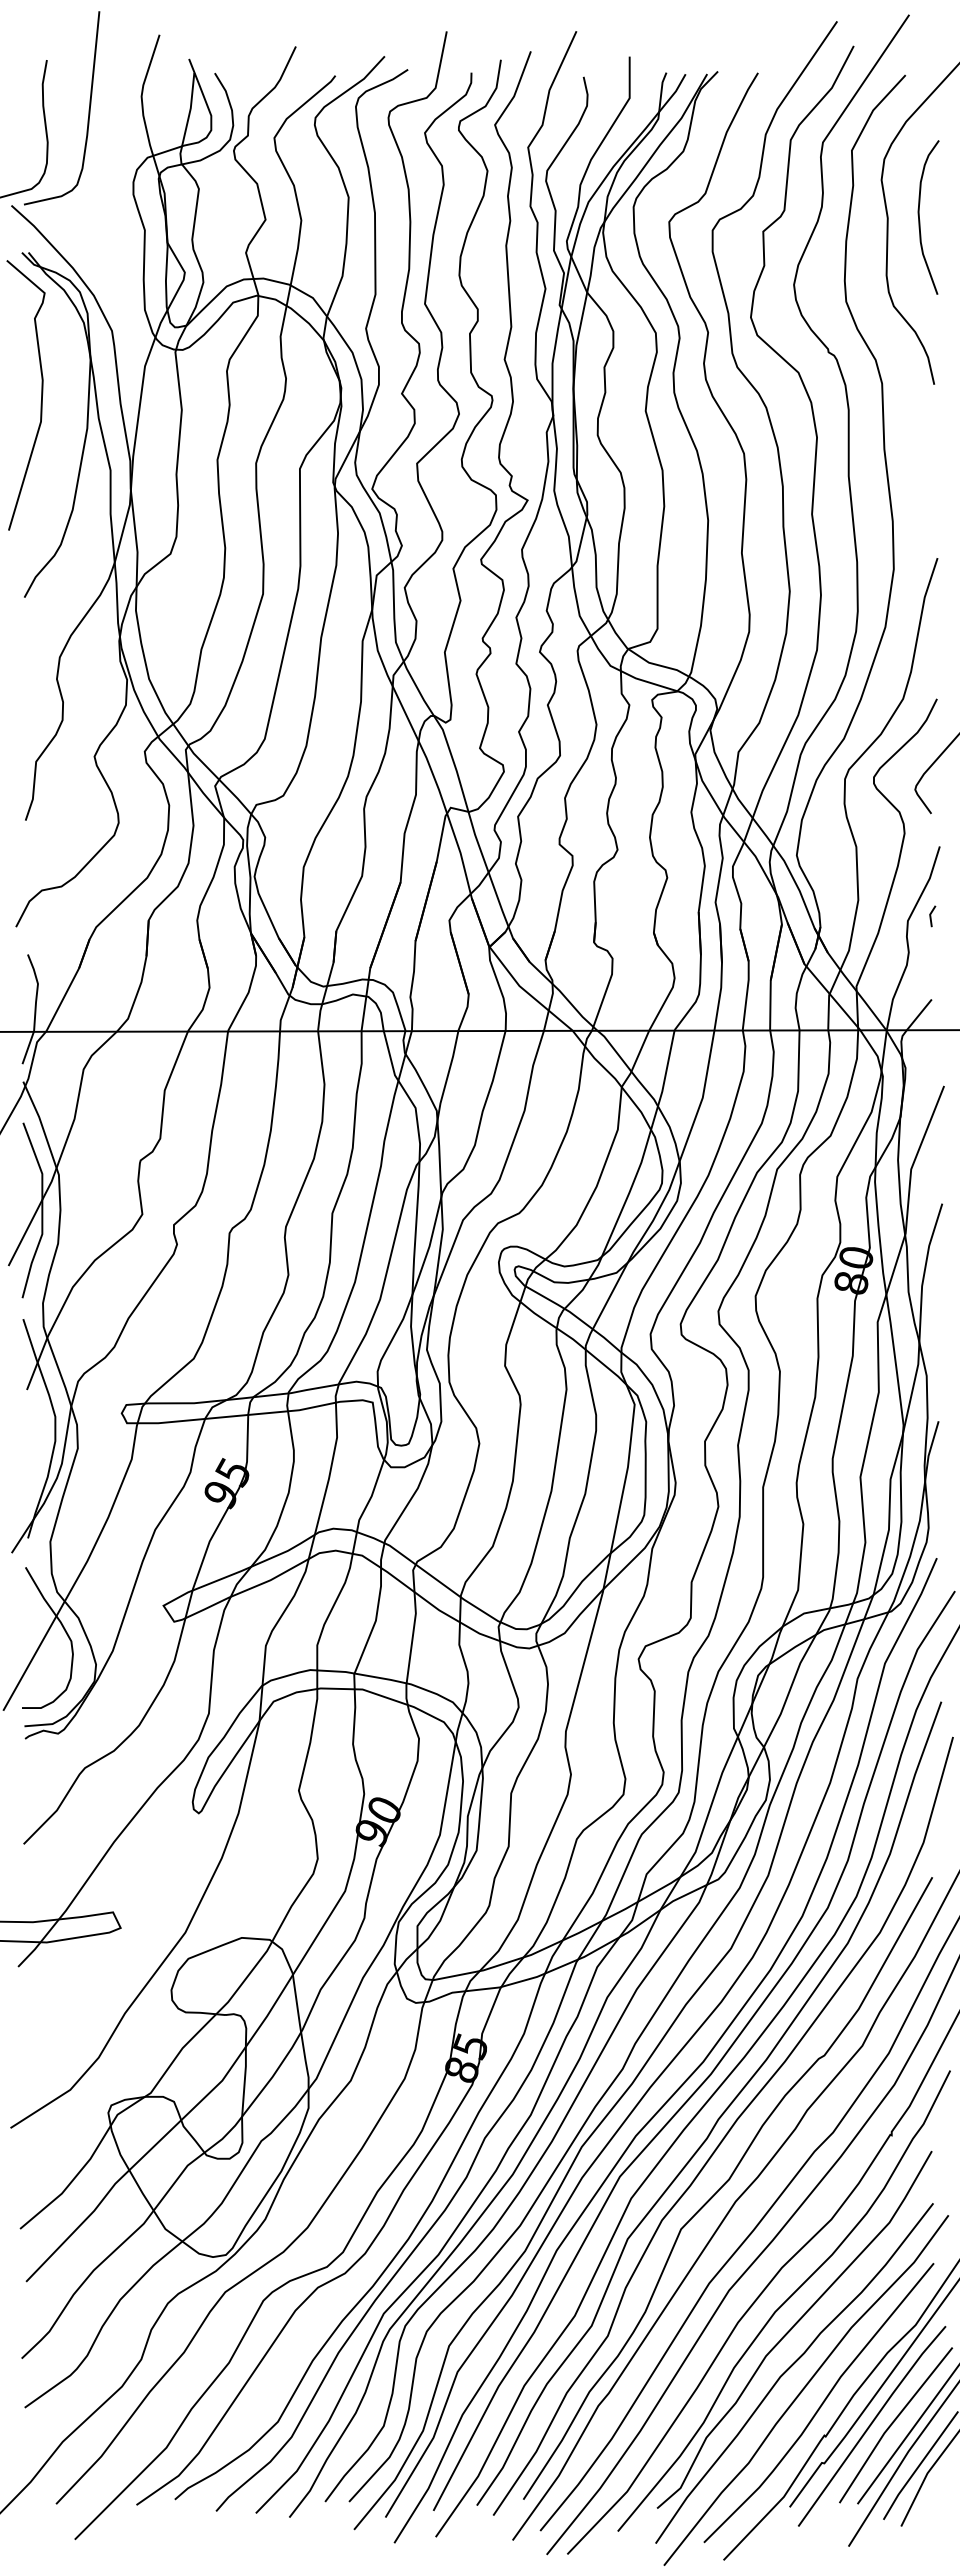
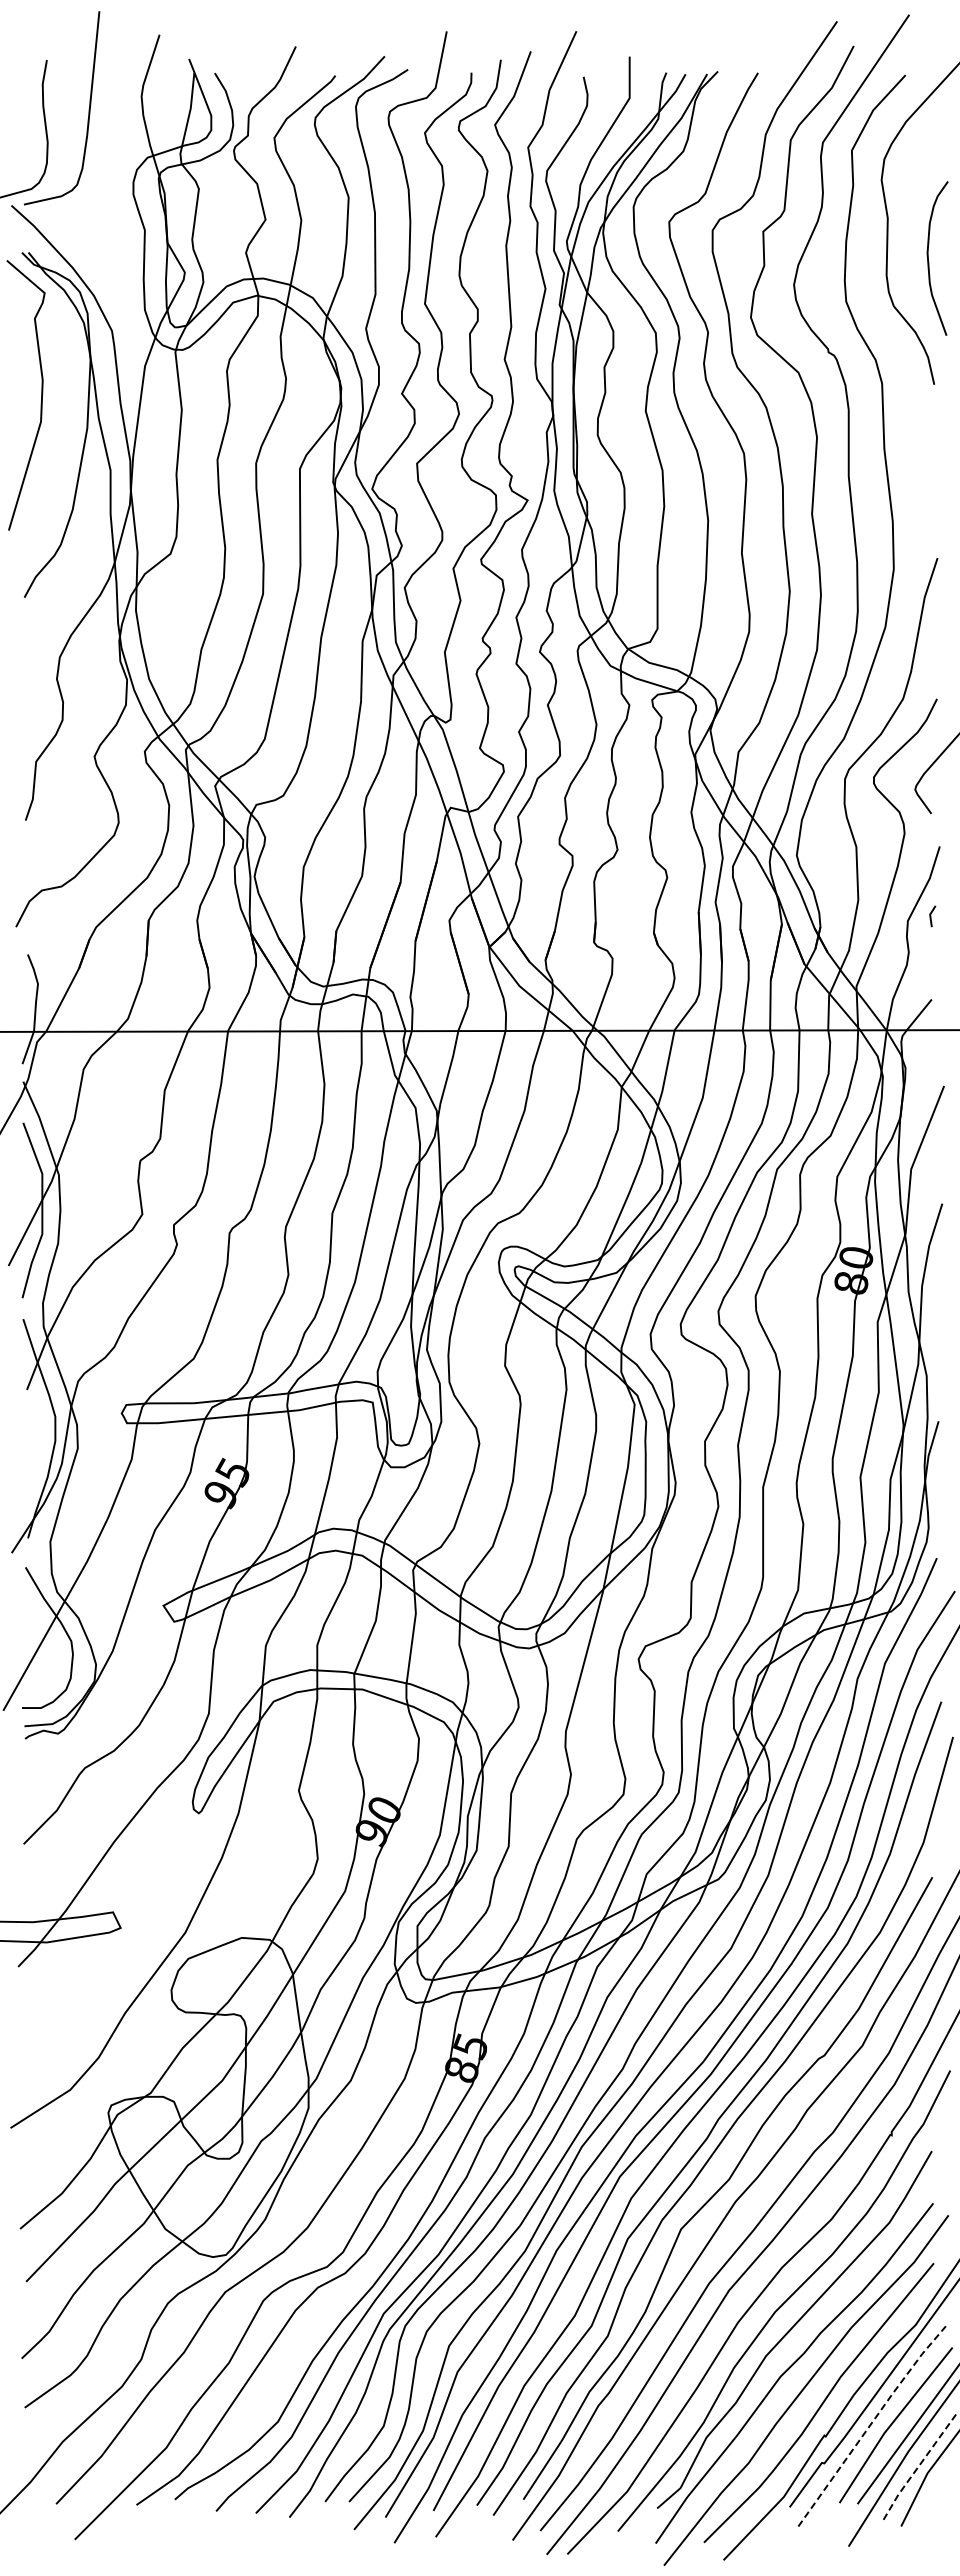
curve at (920, 220) position: (920, 220) -> (929, 261)
line at (871, 2423): solid -> dashed
line at (919, 2465): solid -> dashed
